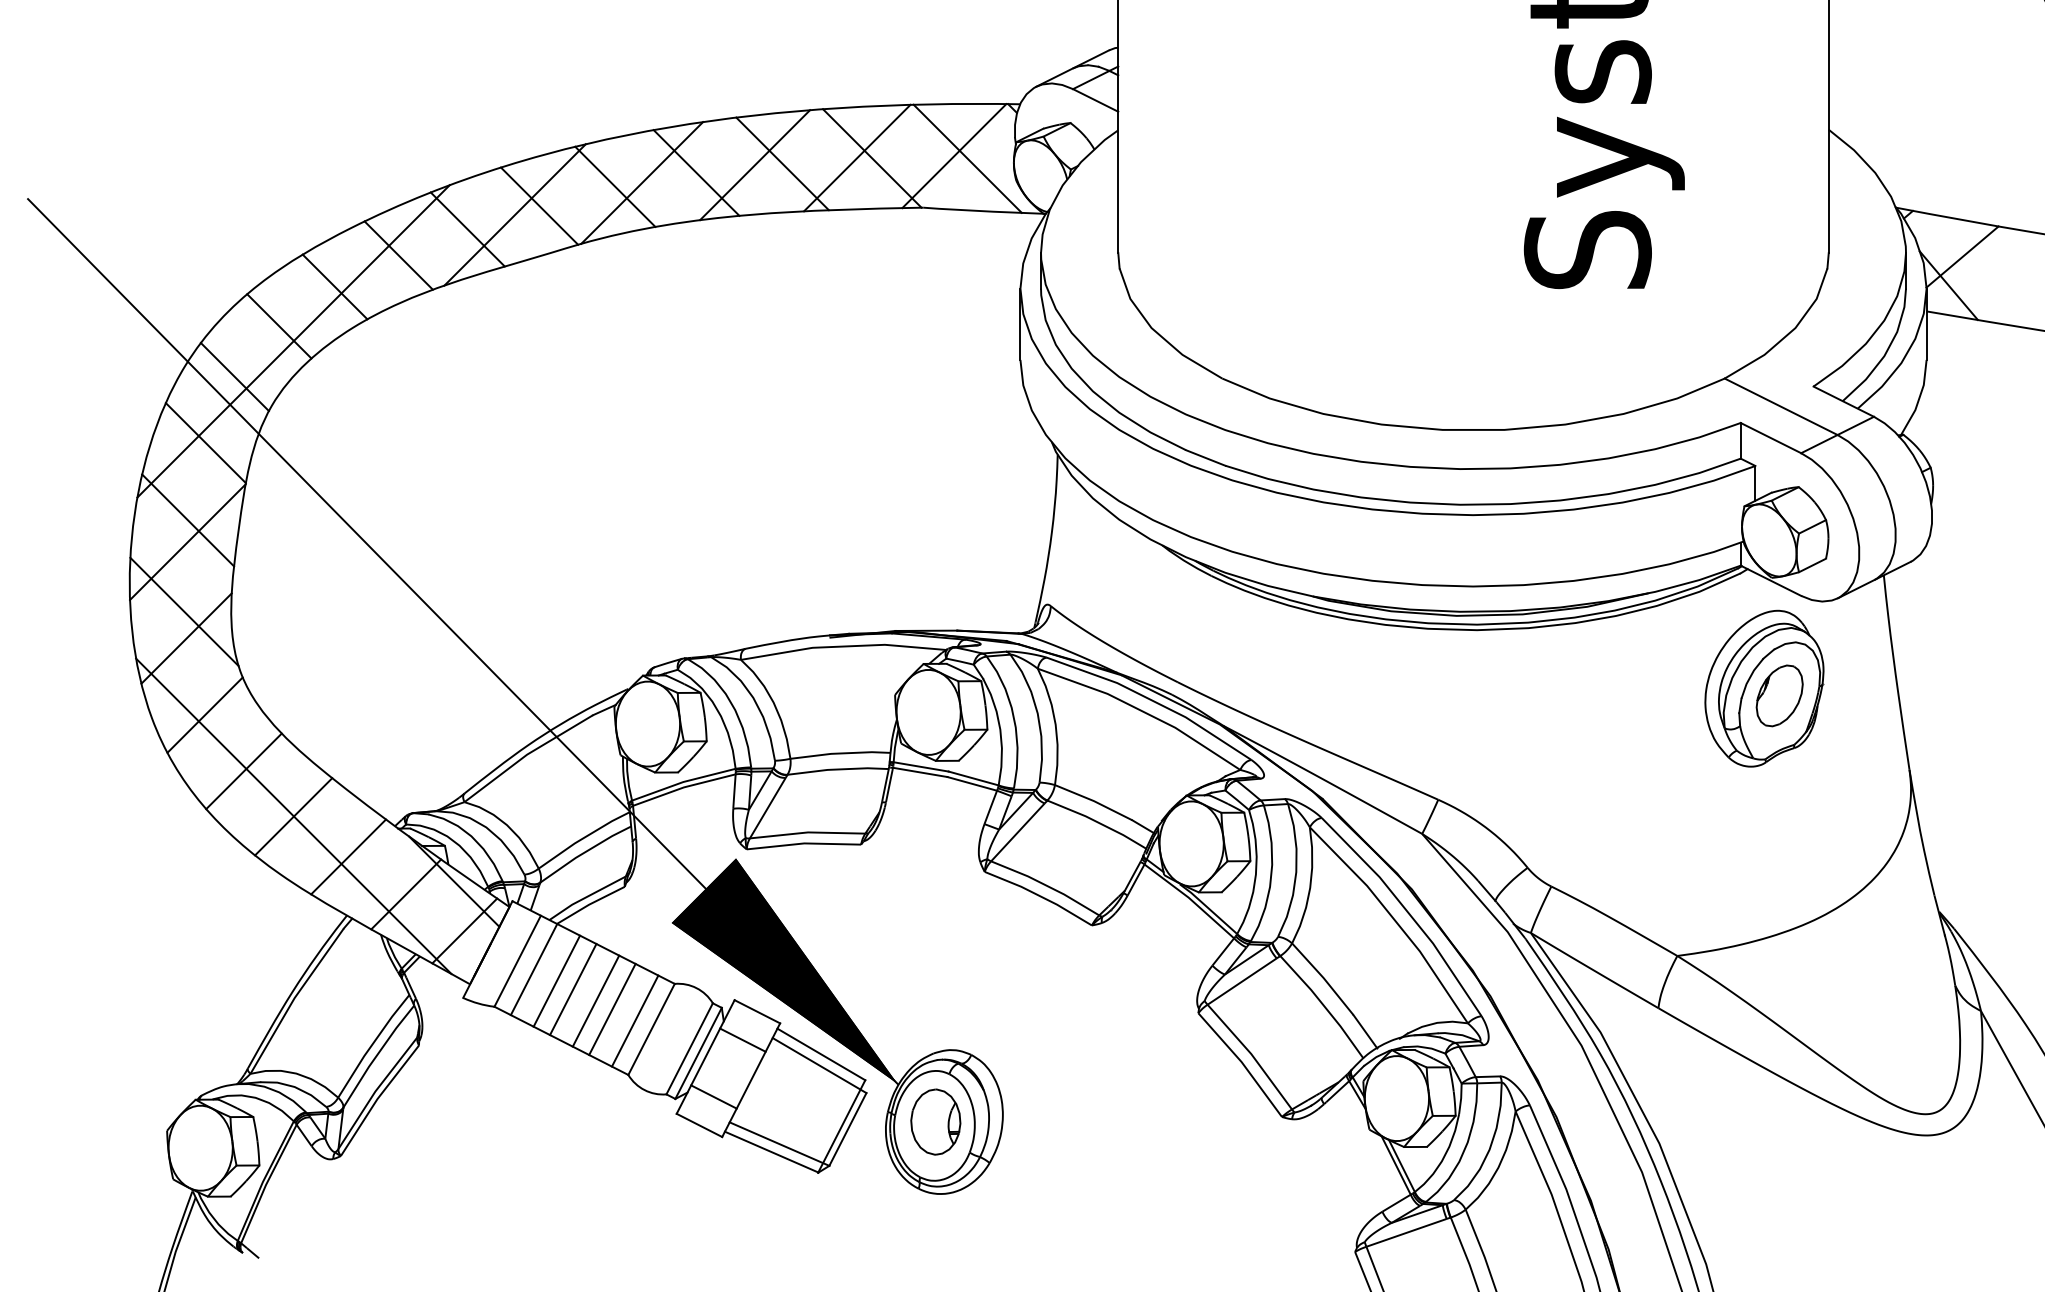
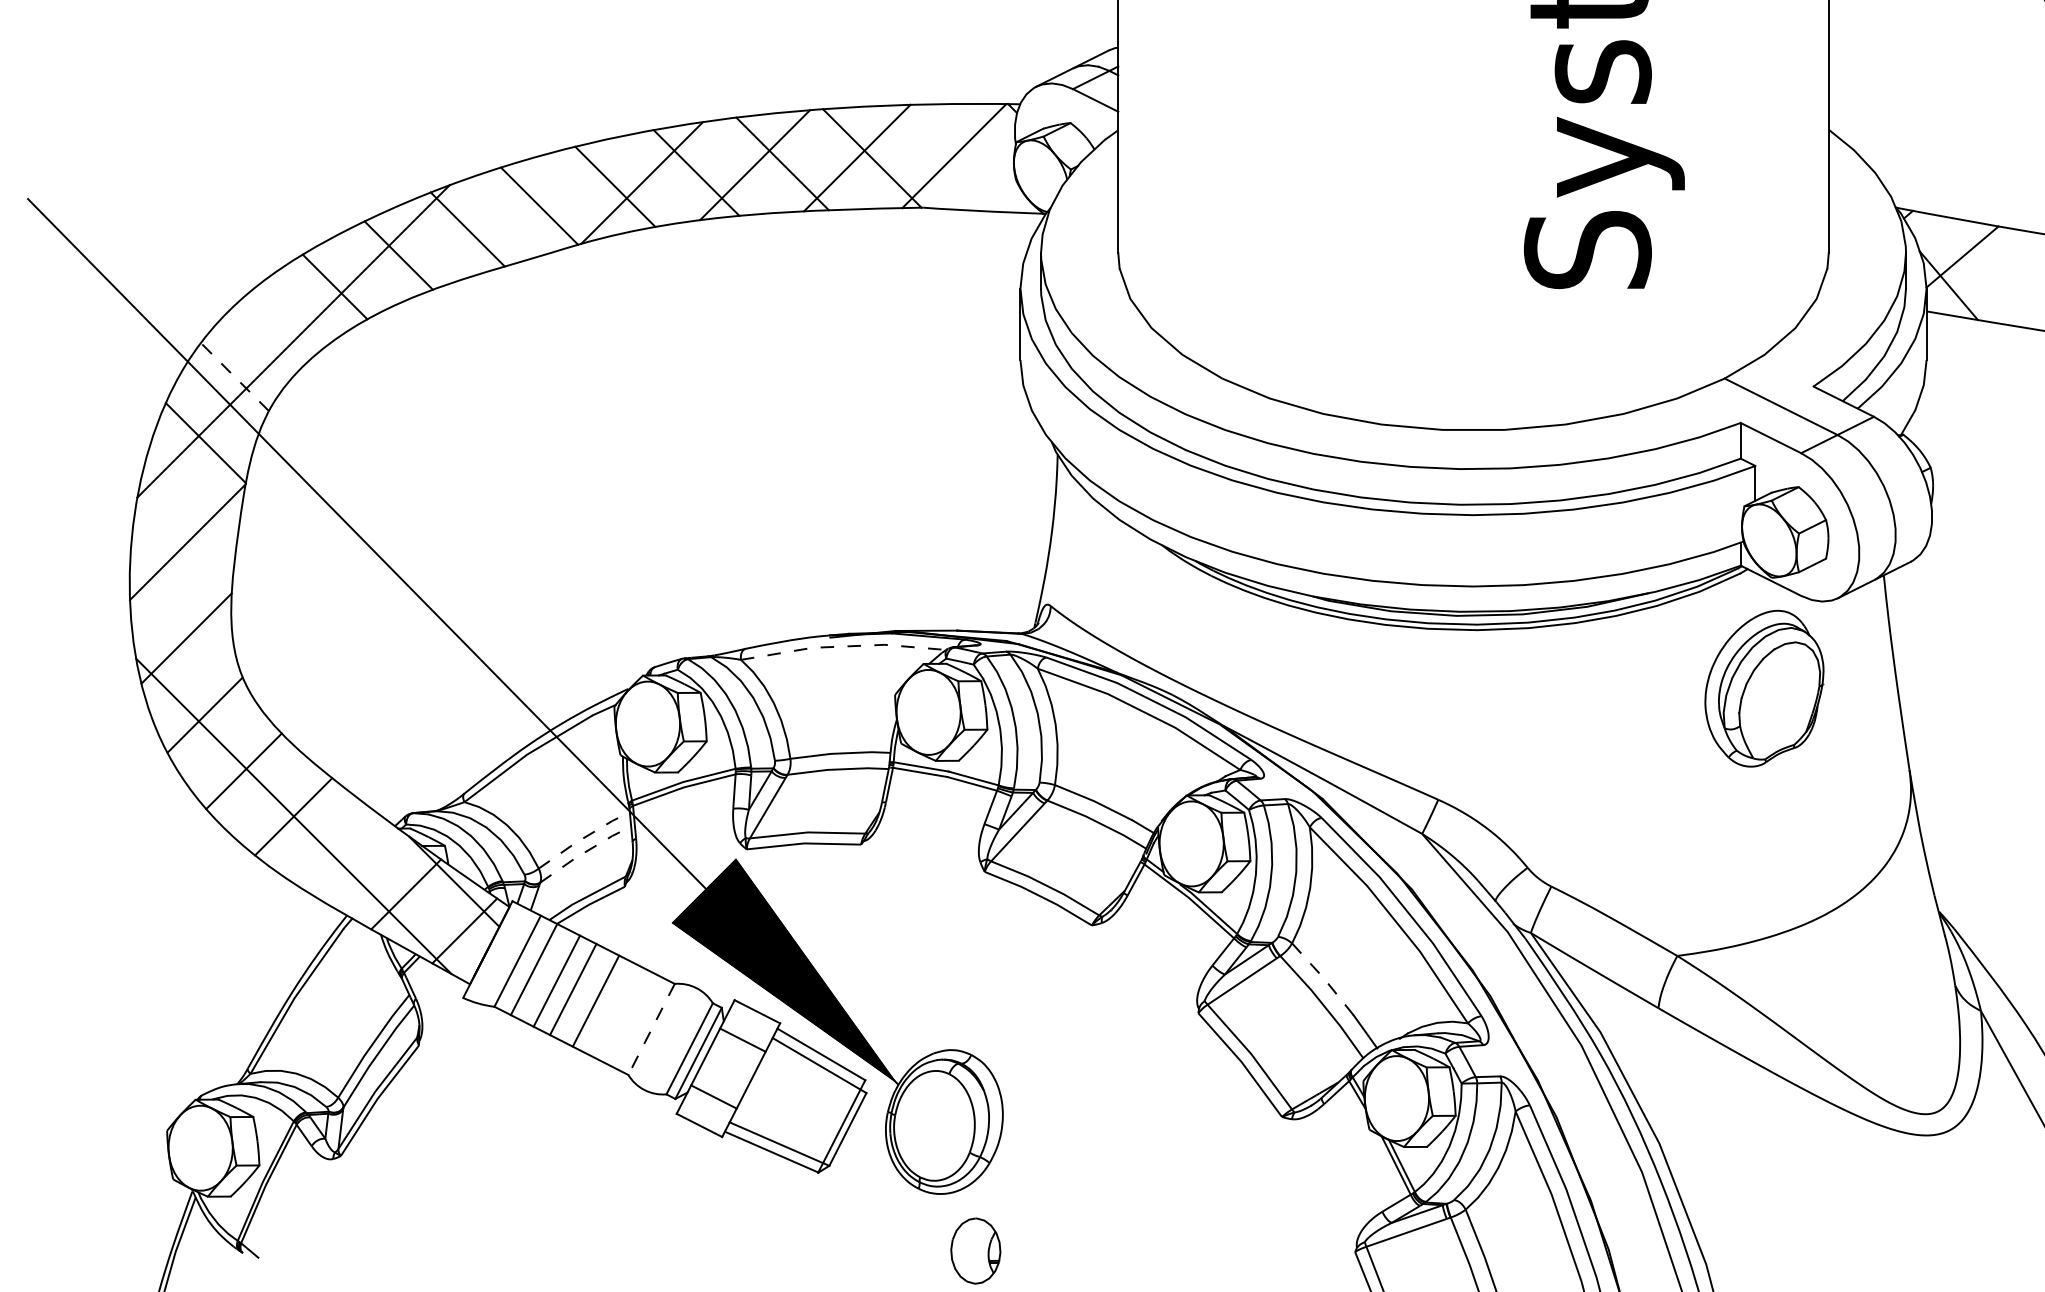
line at (967, 158): present -> none
line at (514, 214): present -> none
line at (279, 326): present -> none
line at (234, 376): solid -> dashed
line at (188, 520): present -> none
line at (184, 611): present -> none
line at (843, 646): solid -> dashed
part at (1779, 695): present -> none
line at (583, 838): solid -> dashed
line at (585, 852): solid -> dashed
line at (348, 856): present -> none
line at (1323, 978): solid -> dashed
line at (612, 1009): present -> none
line at (634, 1020): present -> none
line at (651, 1029): solid -> dashed
part at (935, 1121) position: (935, 1121) -> (975, 1250)
